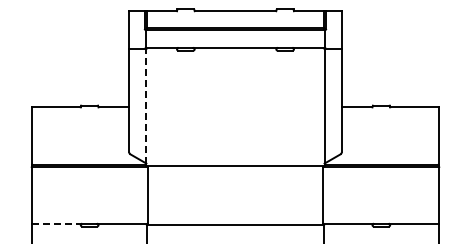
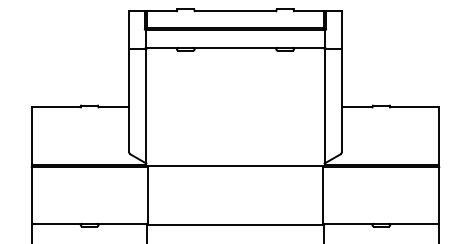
line at (146, 105): dashed -> solid
line at (57, 223): dashed -> solid
